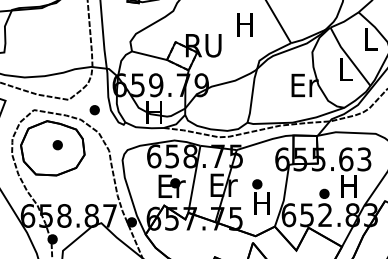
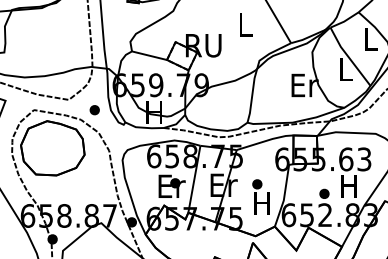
text at (244, 24): H -> L
part at (57, 145): present -> none
